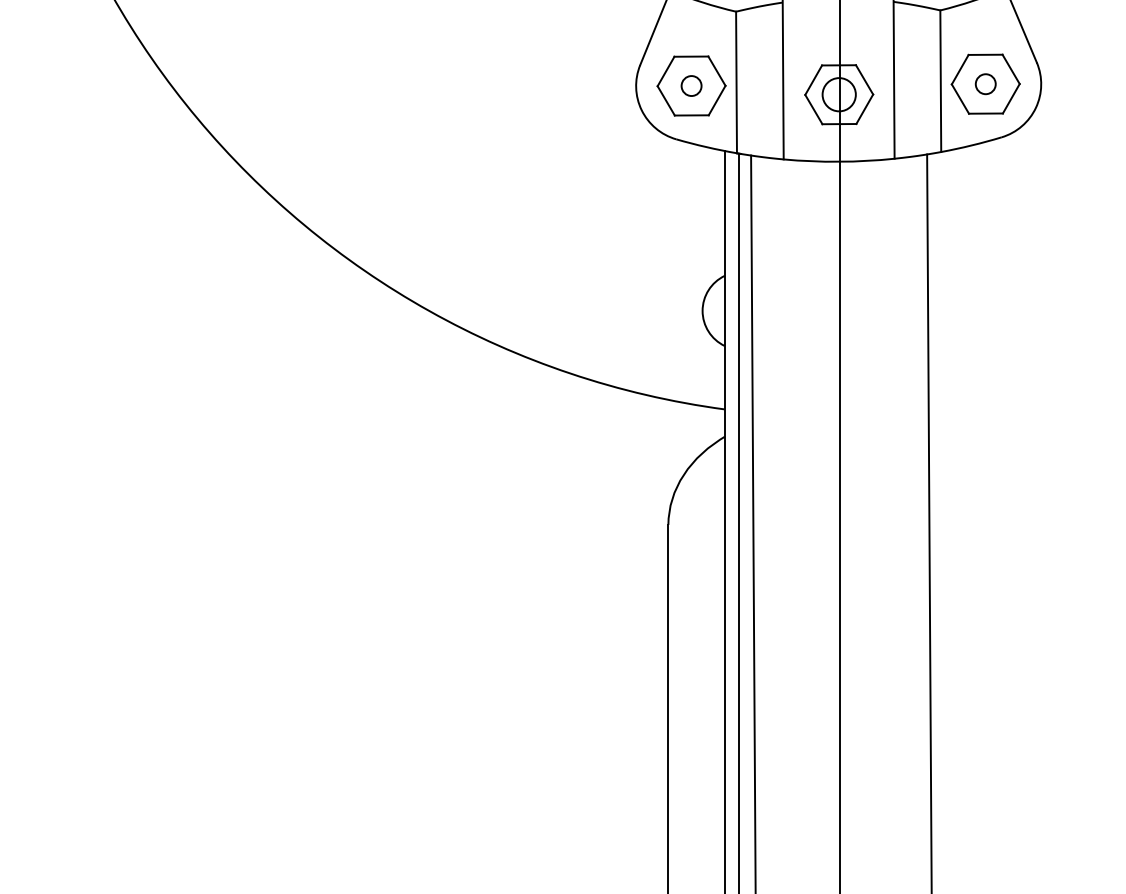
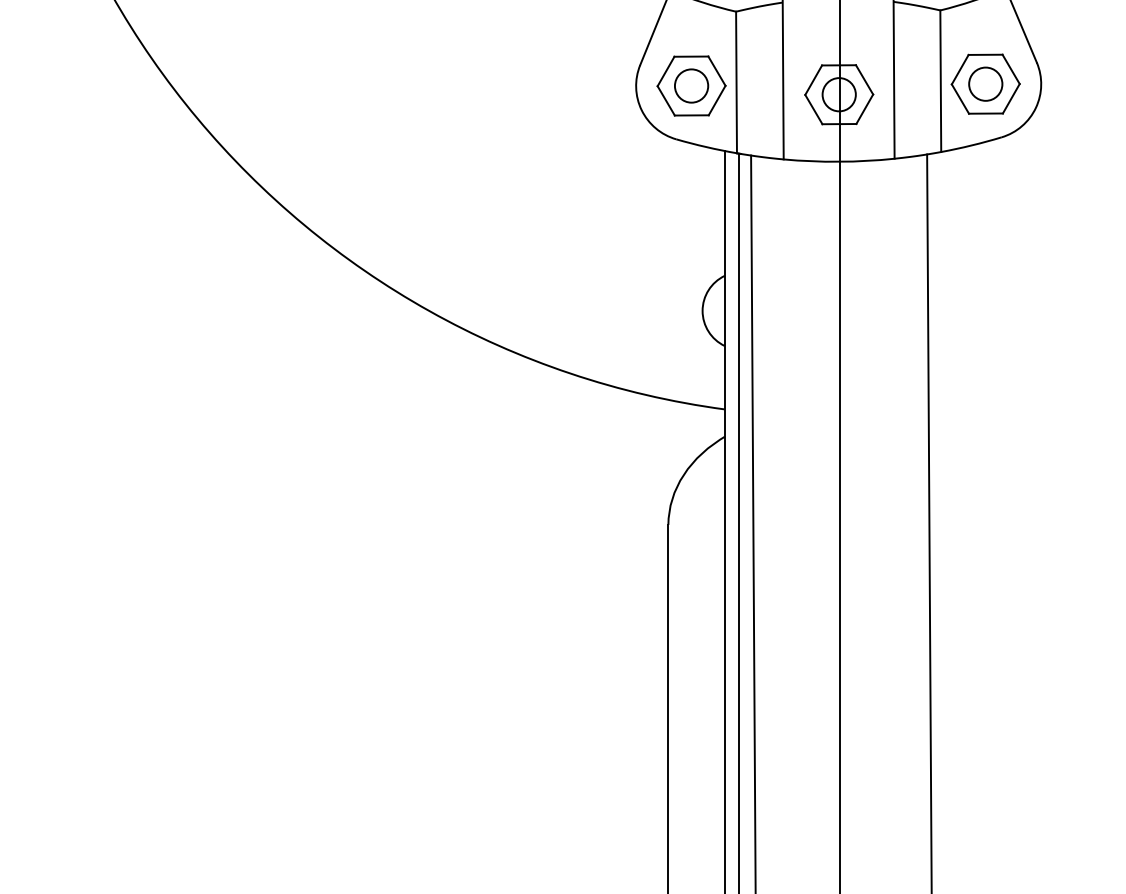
circle at (985, 84) diameter: 20 px -> 33 px
circle at (691, 86) diameter: 20 px -> 33 px
